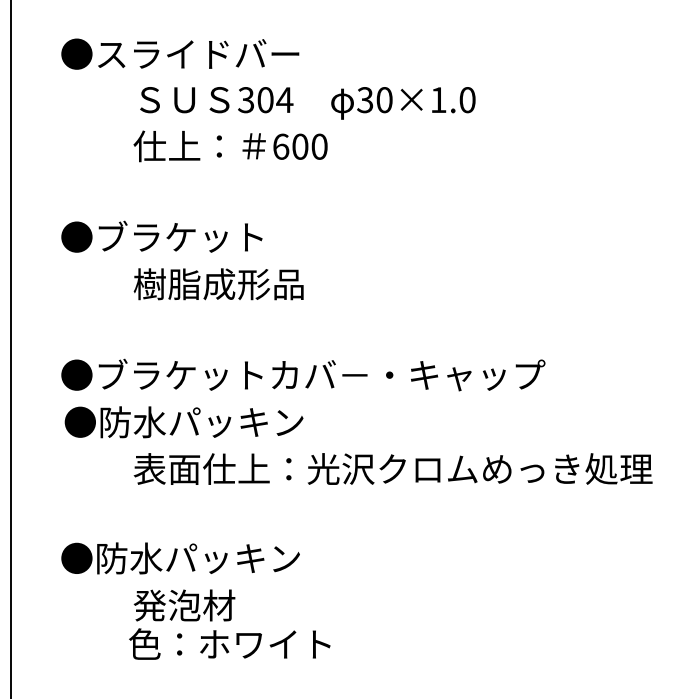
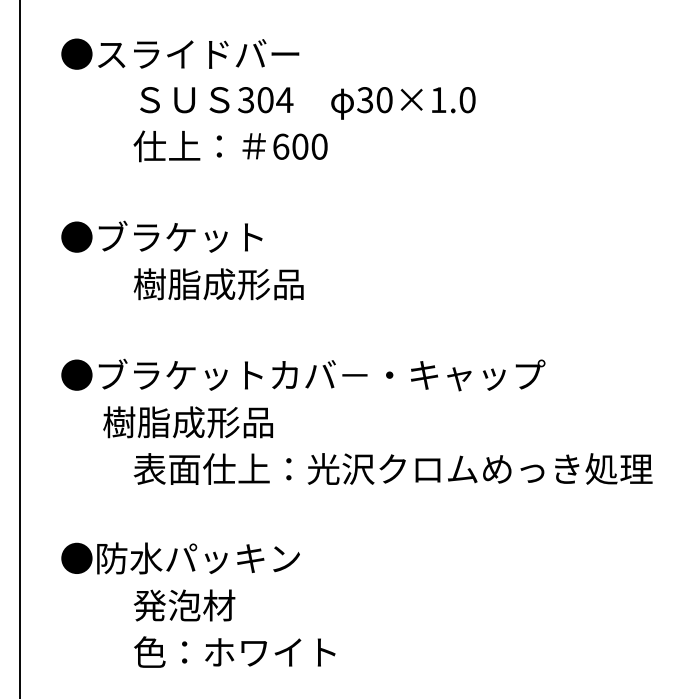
line at (11, 348) position: (11, 348) -> (20, 348)
text at (183, 422): ●防水パッキン -> 樹脂成形品
text at (229, 643) position: (229, 643) -> (234, 651)
